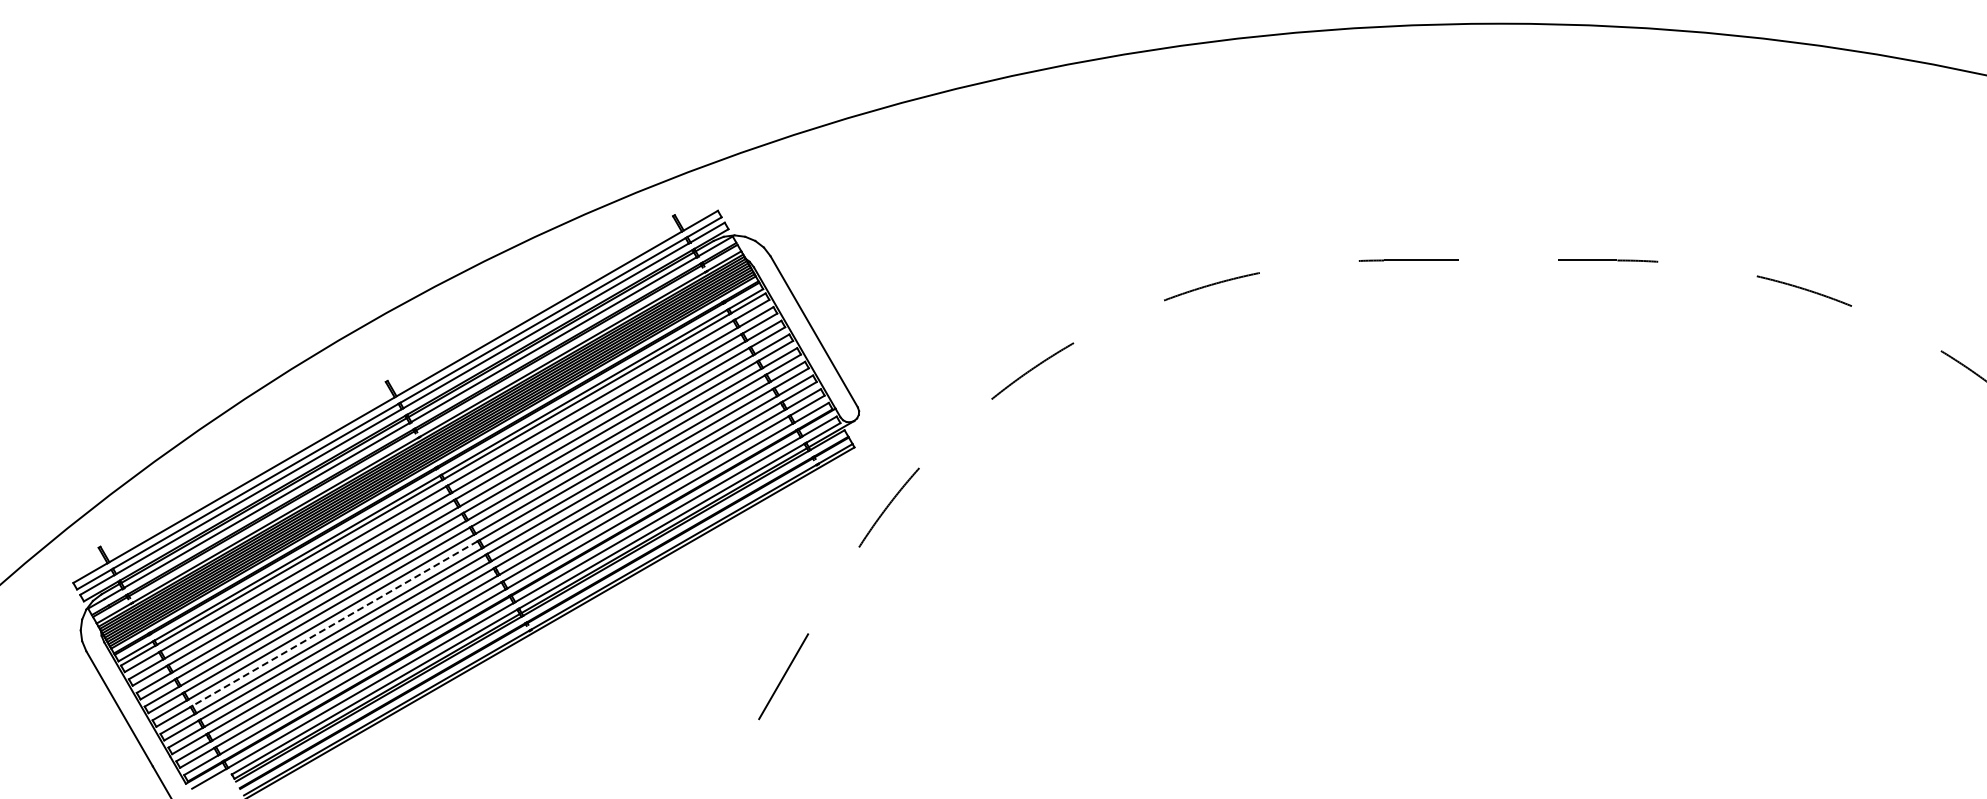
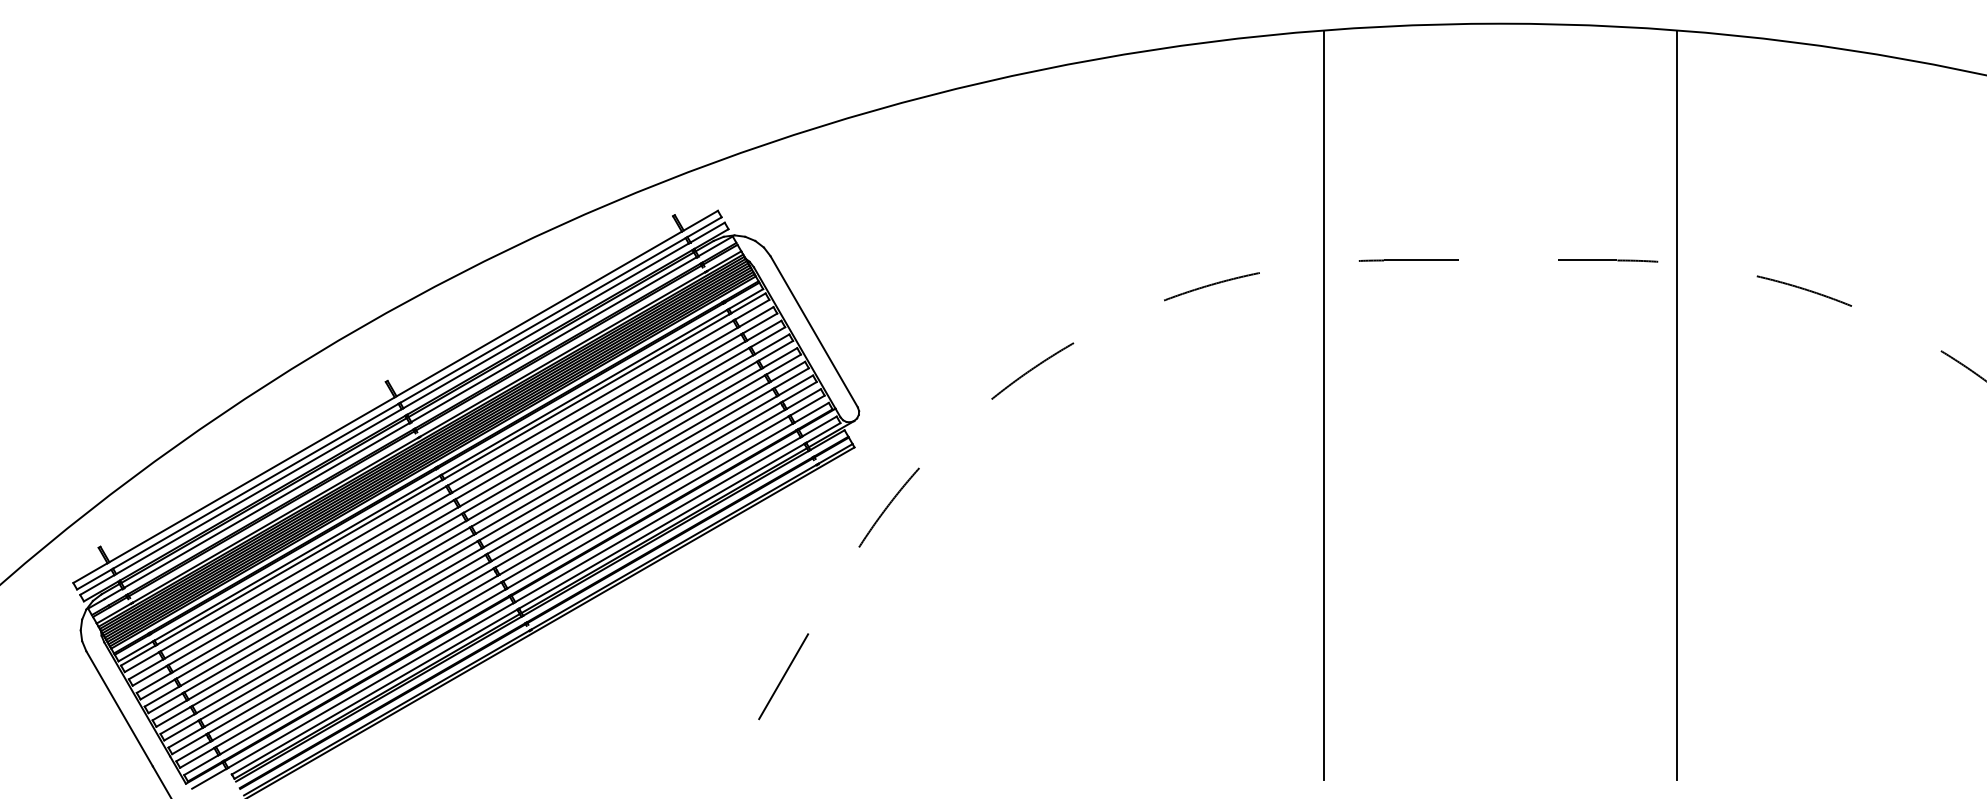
line at (1324, 405): none -> present
line at (1677, 405): none -> present
line at (335, 623): dashed -> solid
